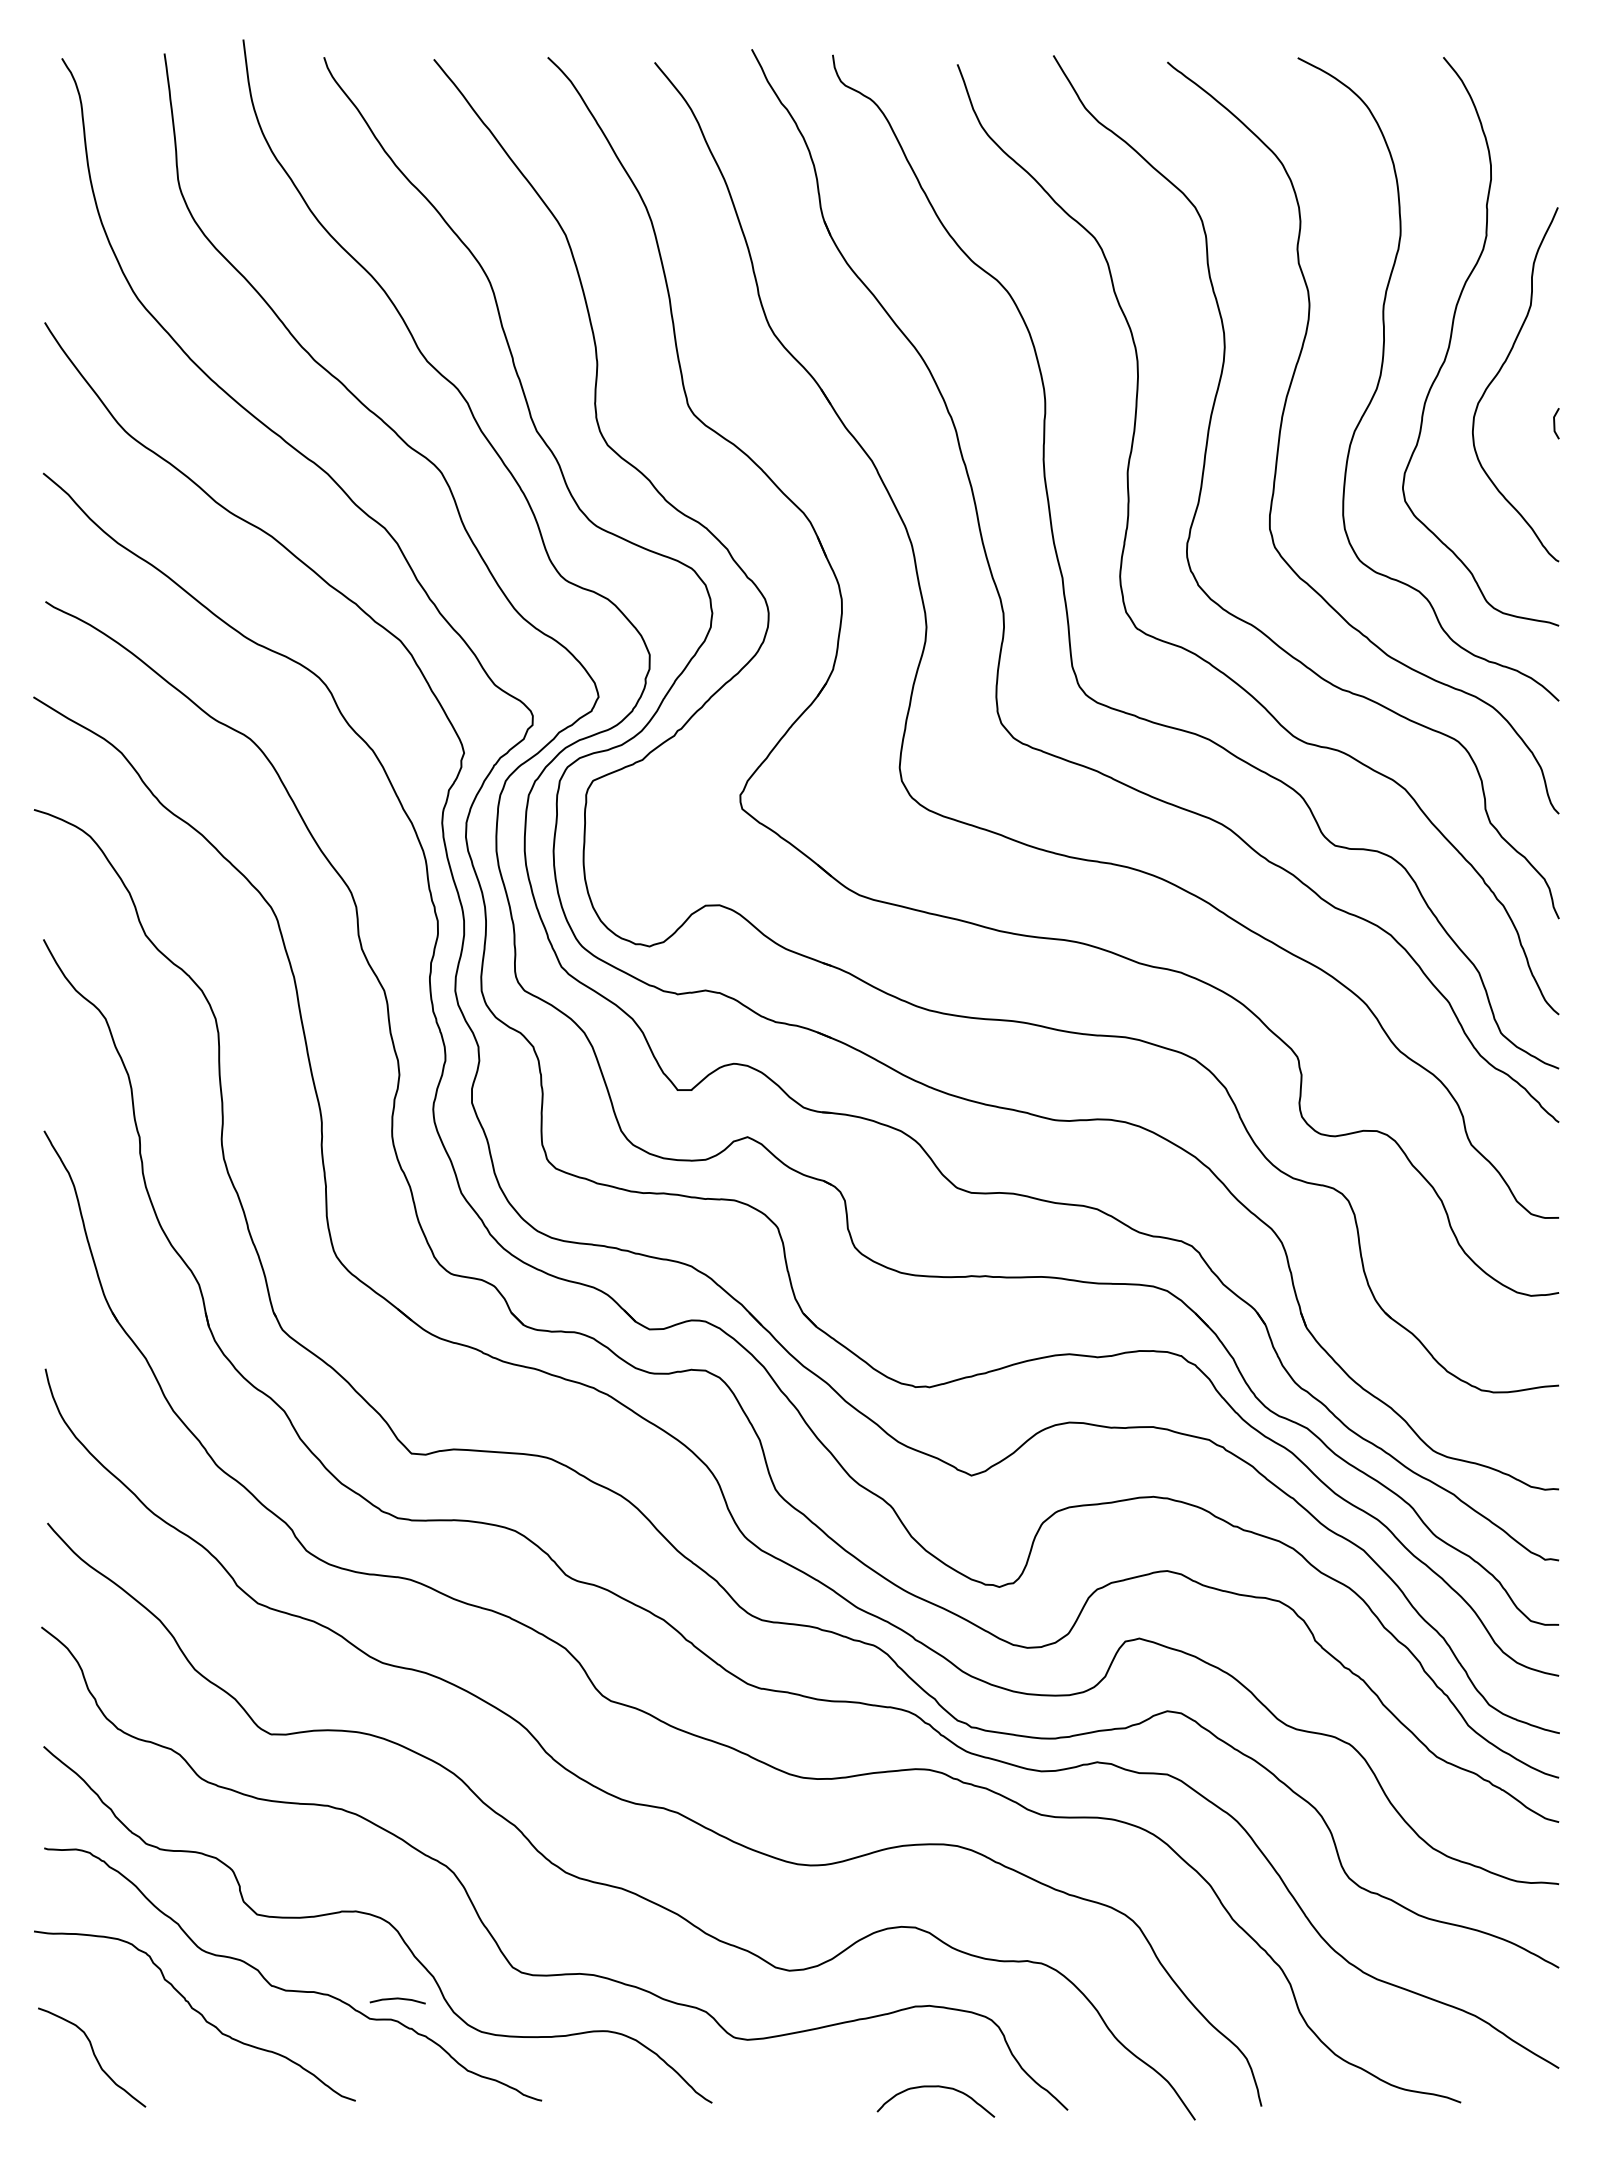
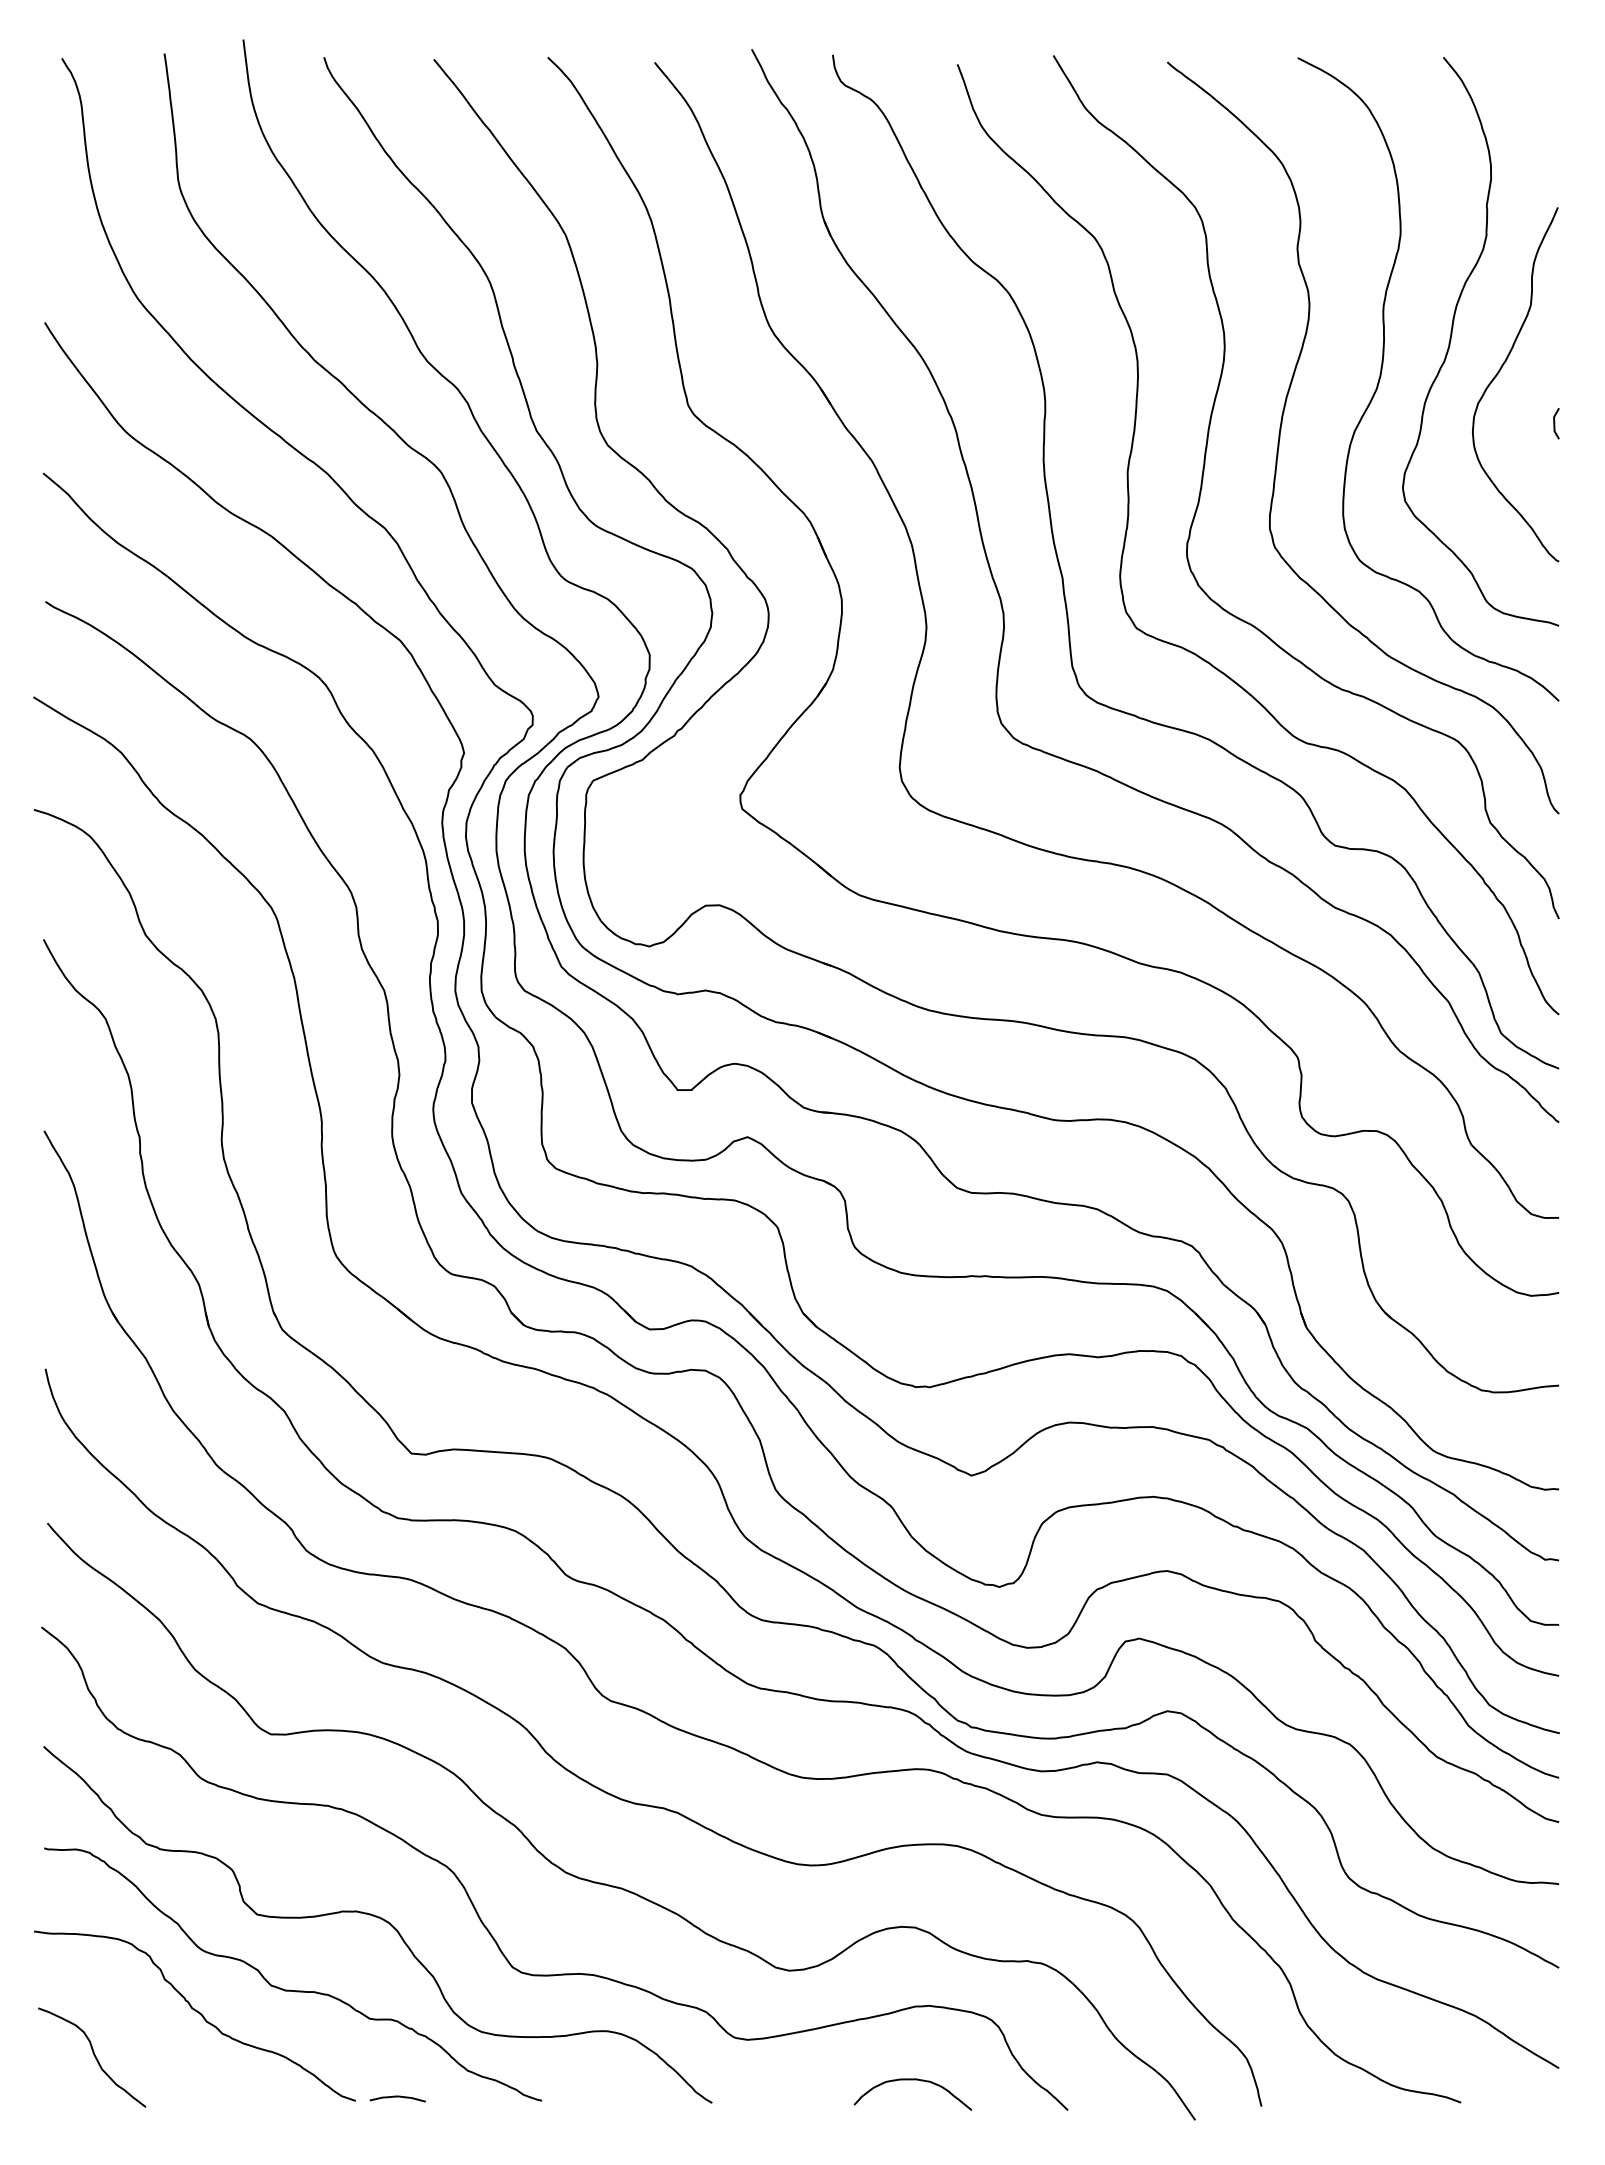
curve at (397, 1999) position: (397, 1999) -> (397, 2097)
curve at (935, 2087) position: (935, 2087) -> (912, 2080)
